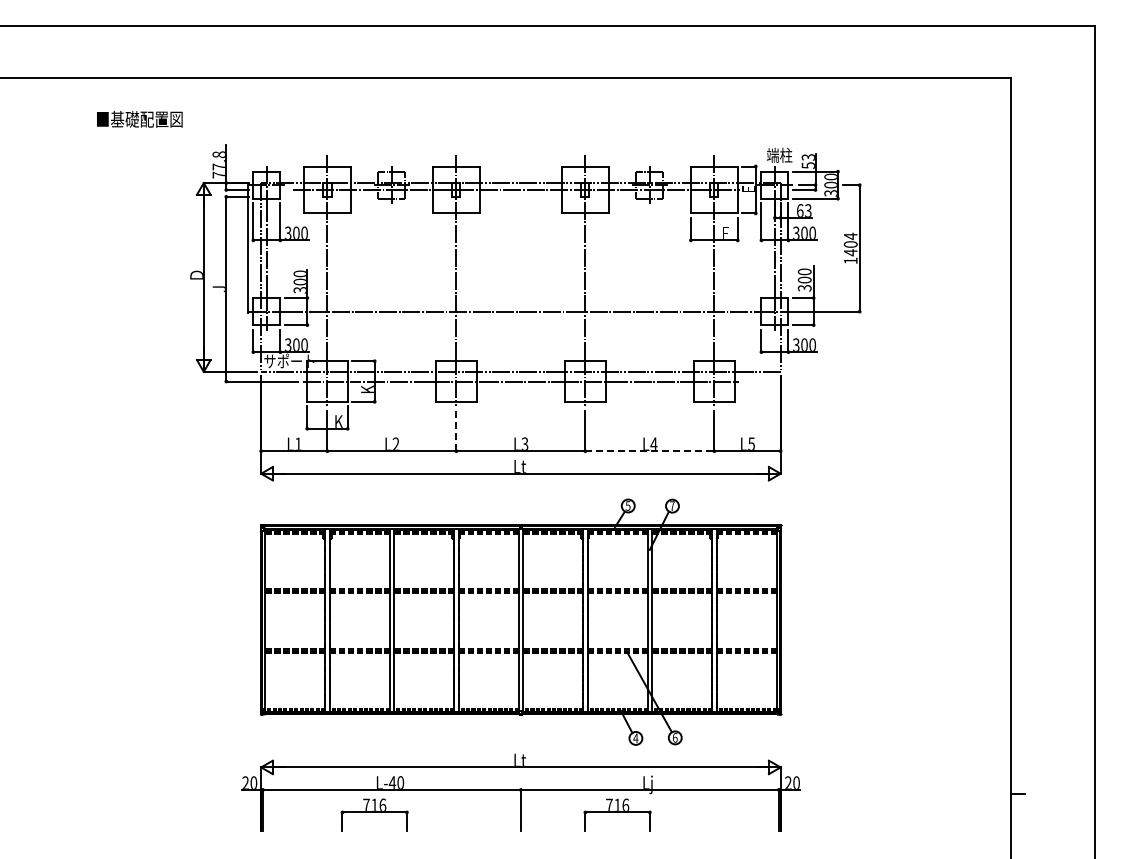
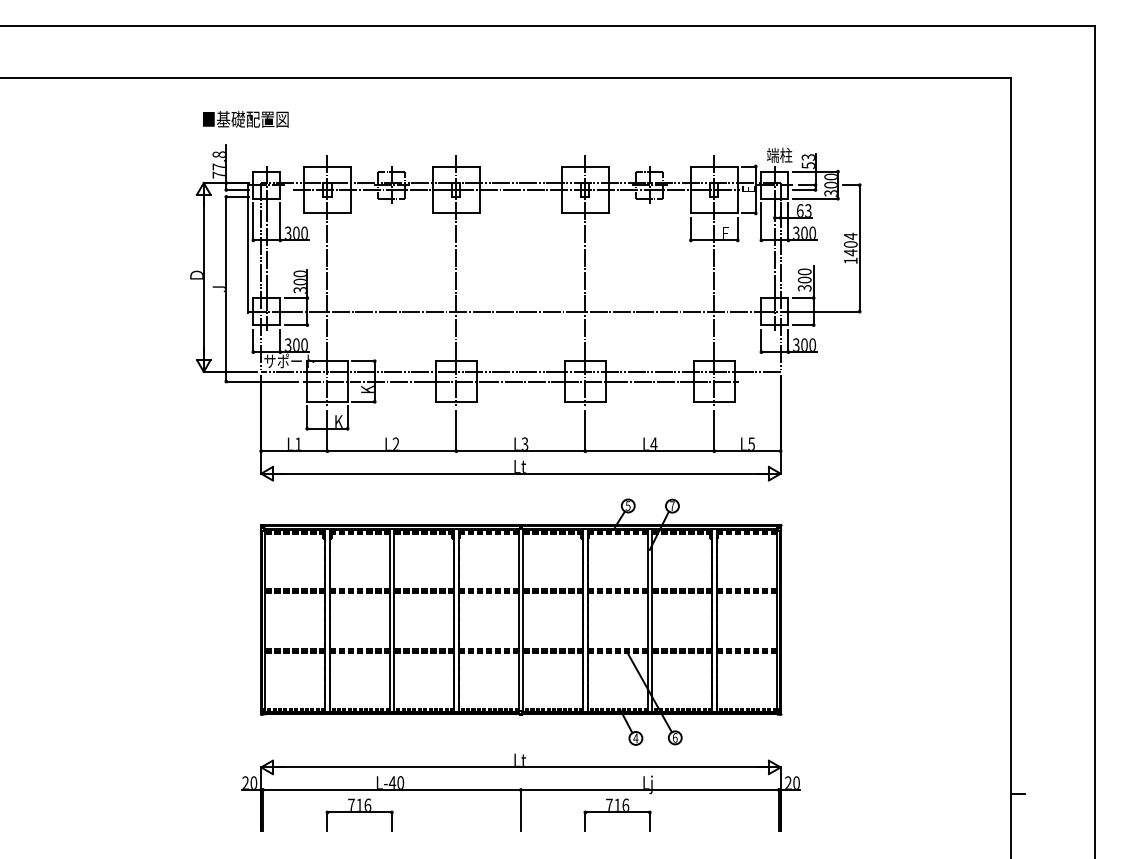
text at (139, 119) position: (139, 119) -> (245, 119)
line at (456, 431): dashed -> solid
line at (650, 451): dashed -> solid
part at (374, 814) position: (374, 814) -> (359, 814)
